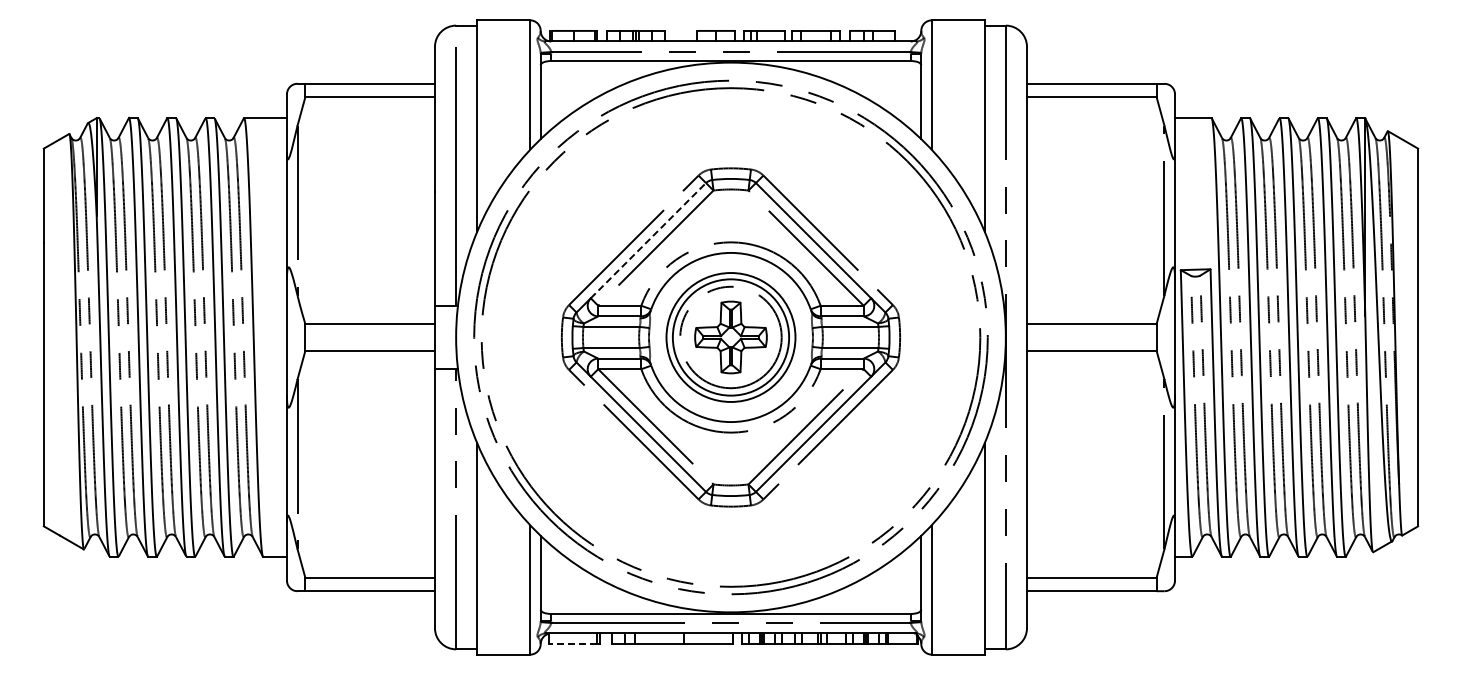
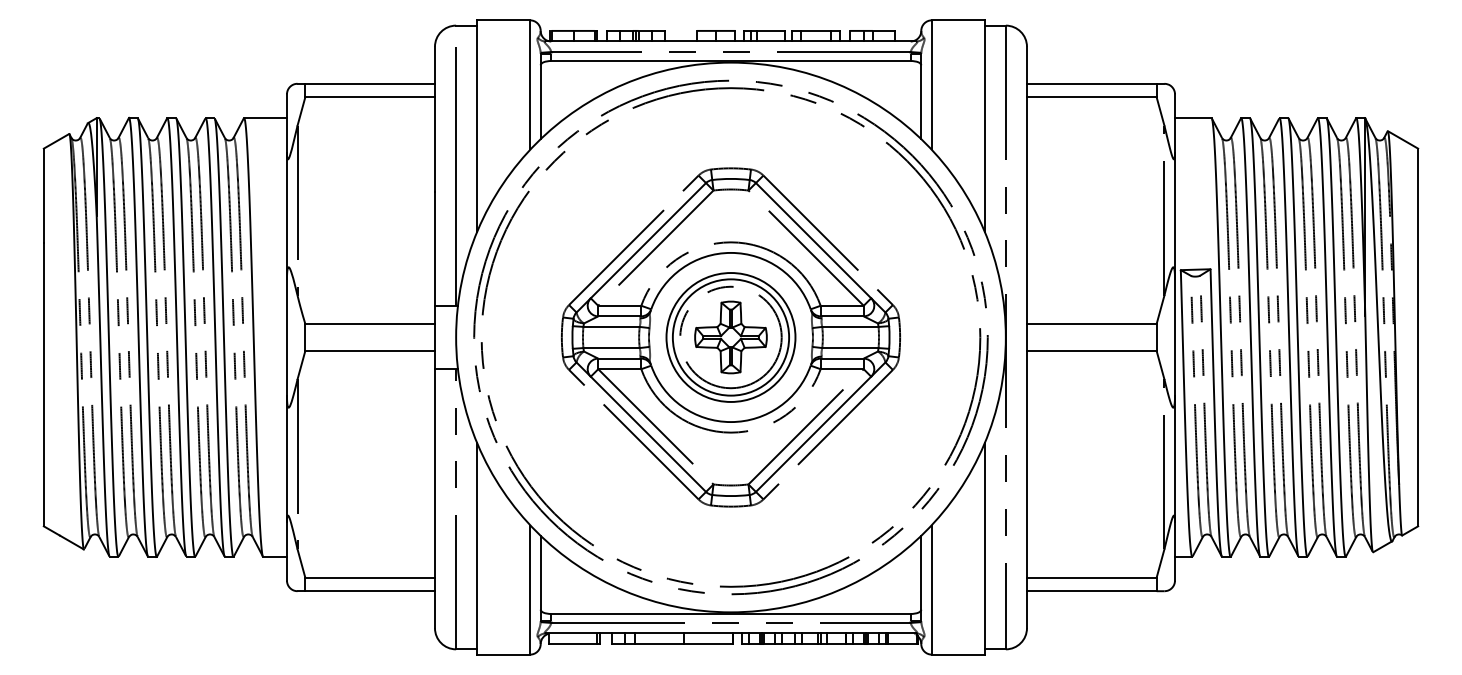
line at (648, 240): dashed -> solid
line at (572, 644): dashed -> solid
